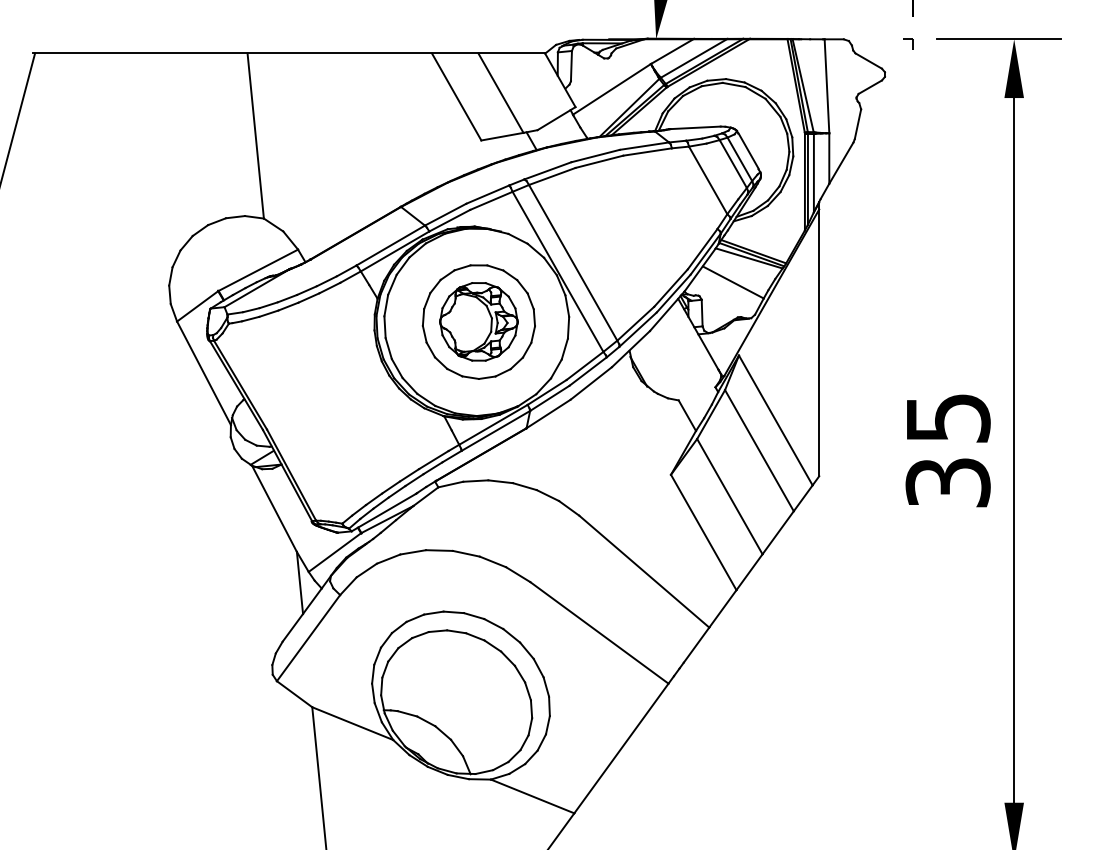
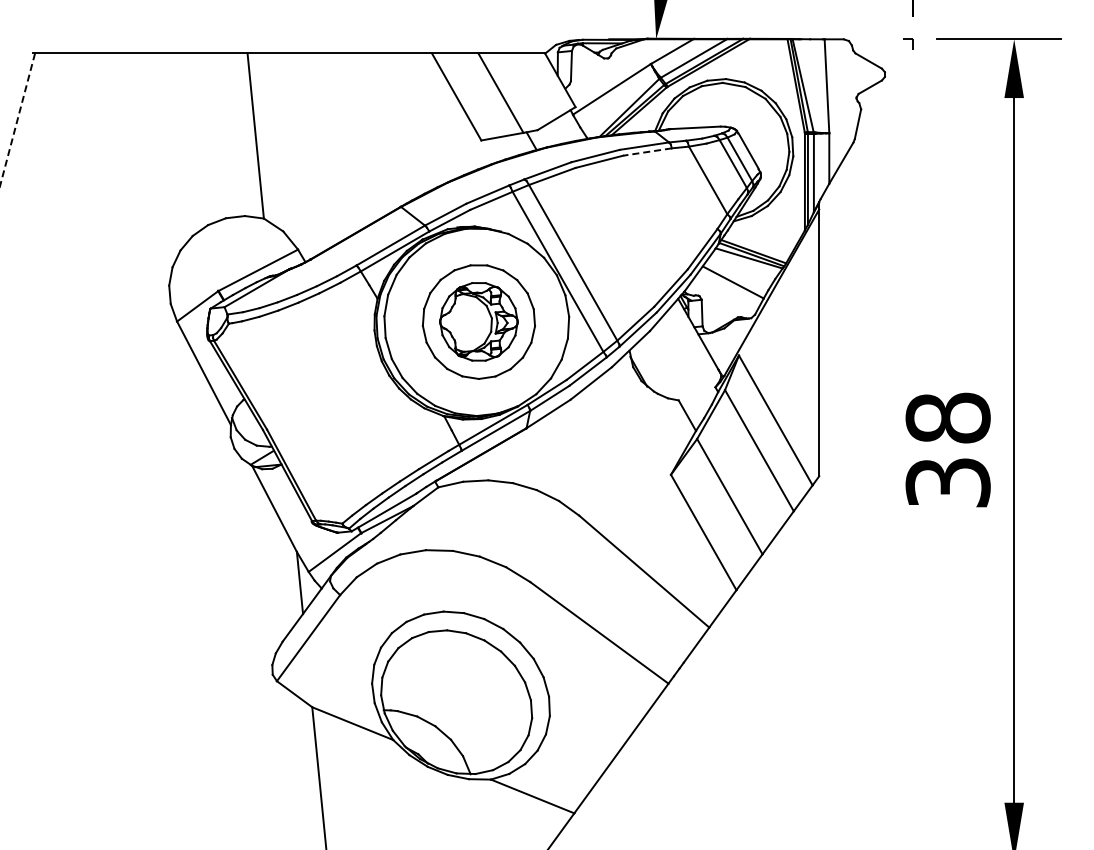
line at (17, 120): solid -> dashed
line at (647, 152): solid -> dashed
text at (947, 417): 35 -> 38
